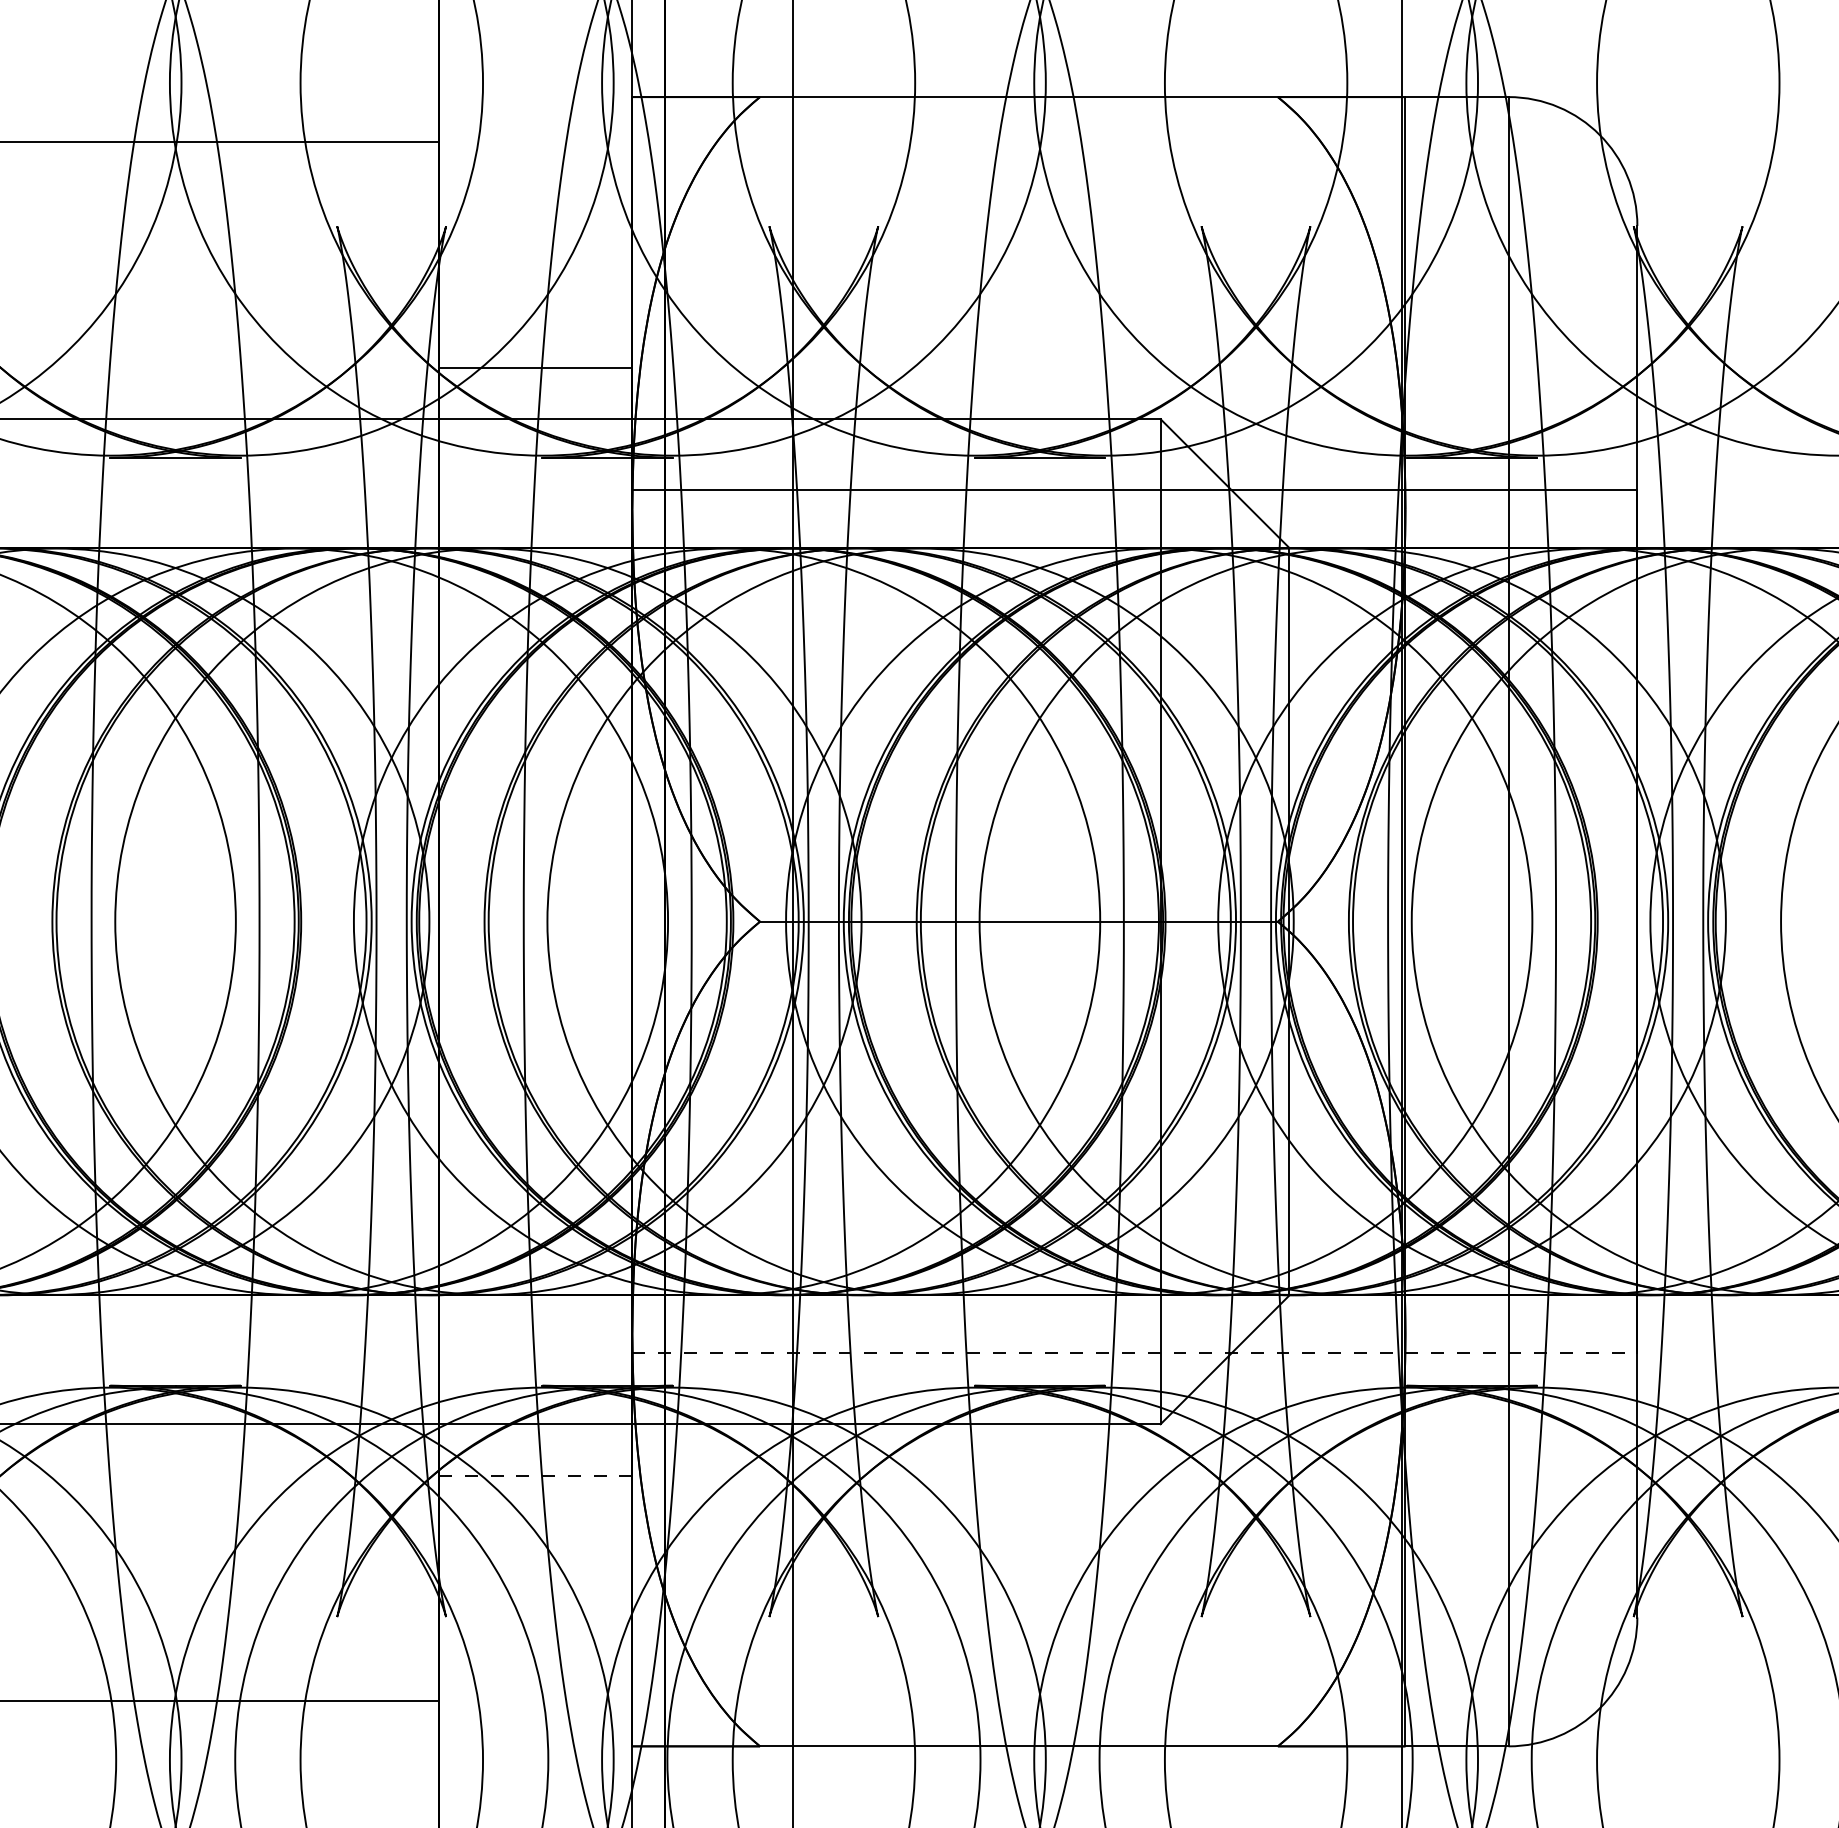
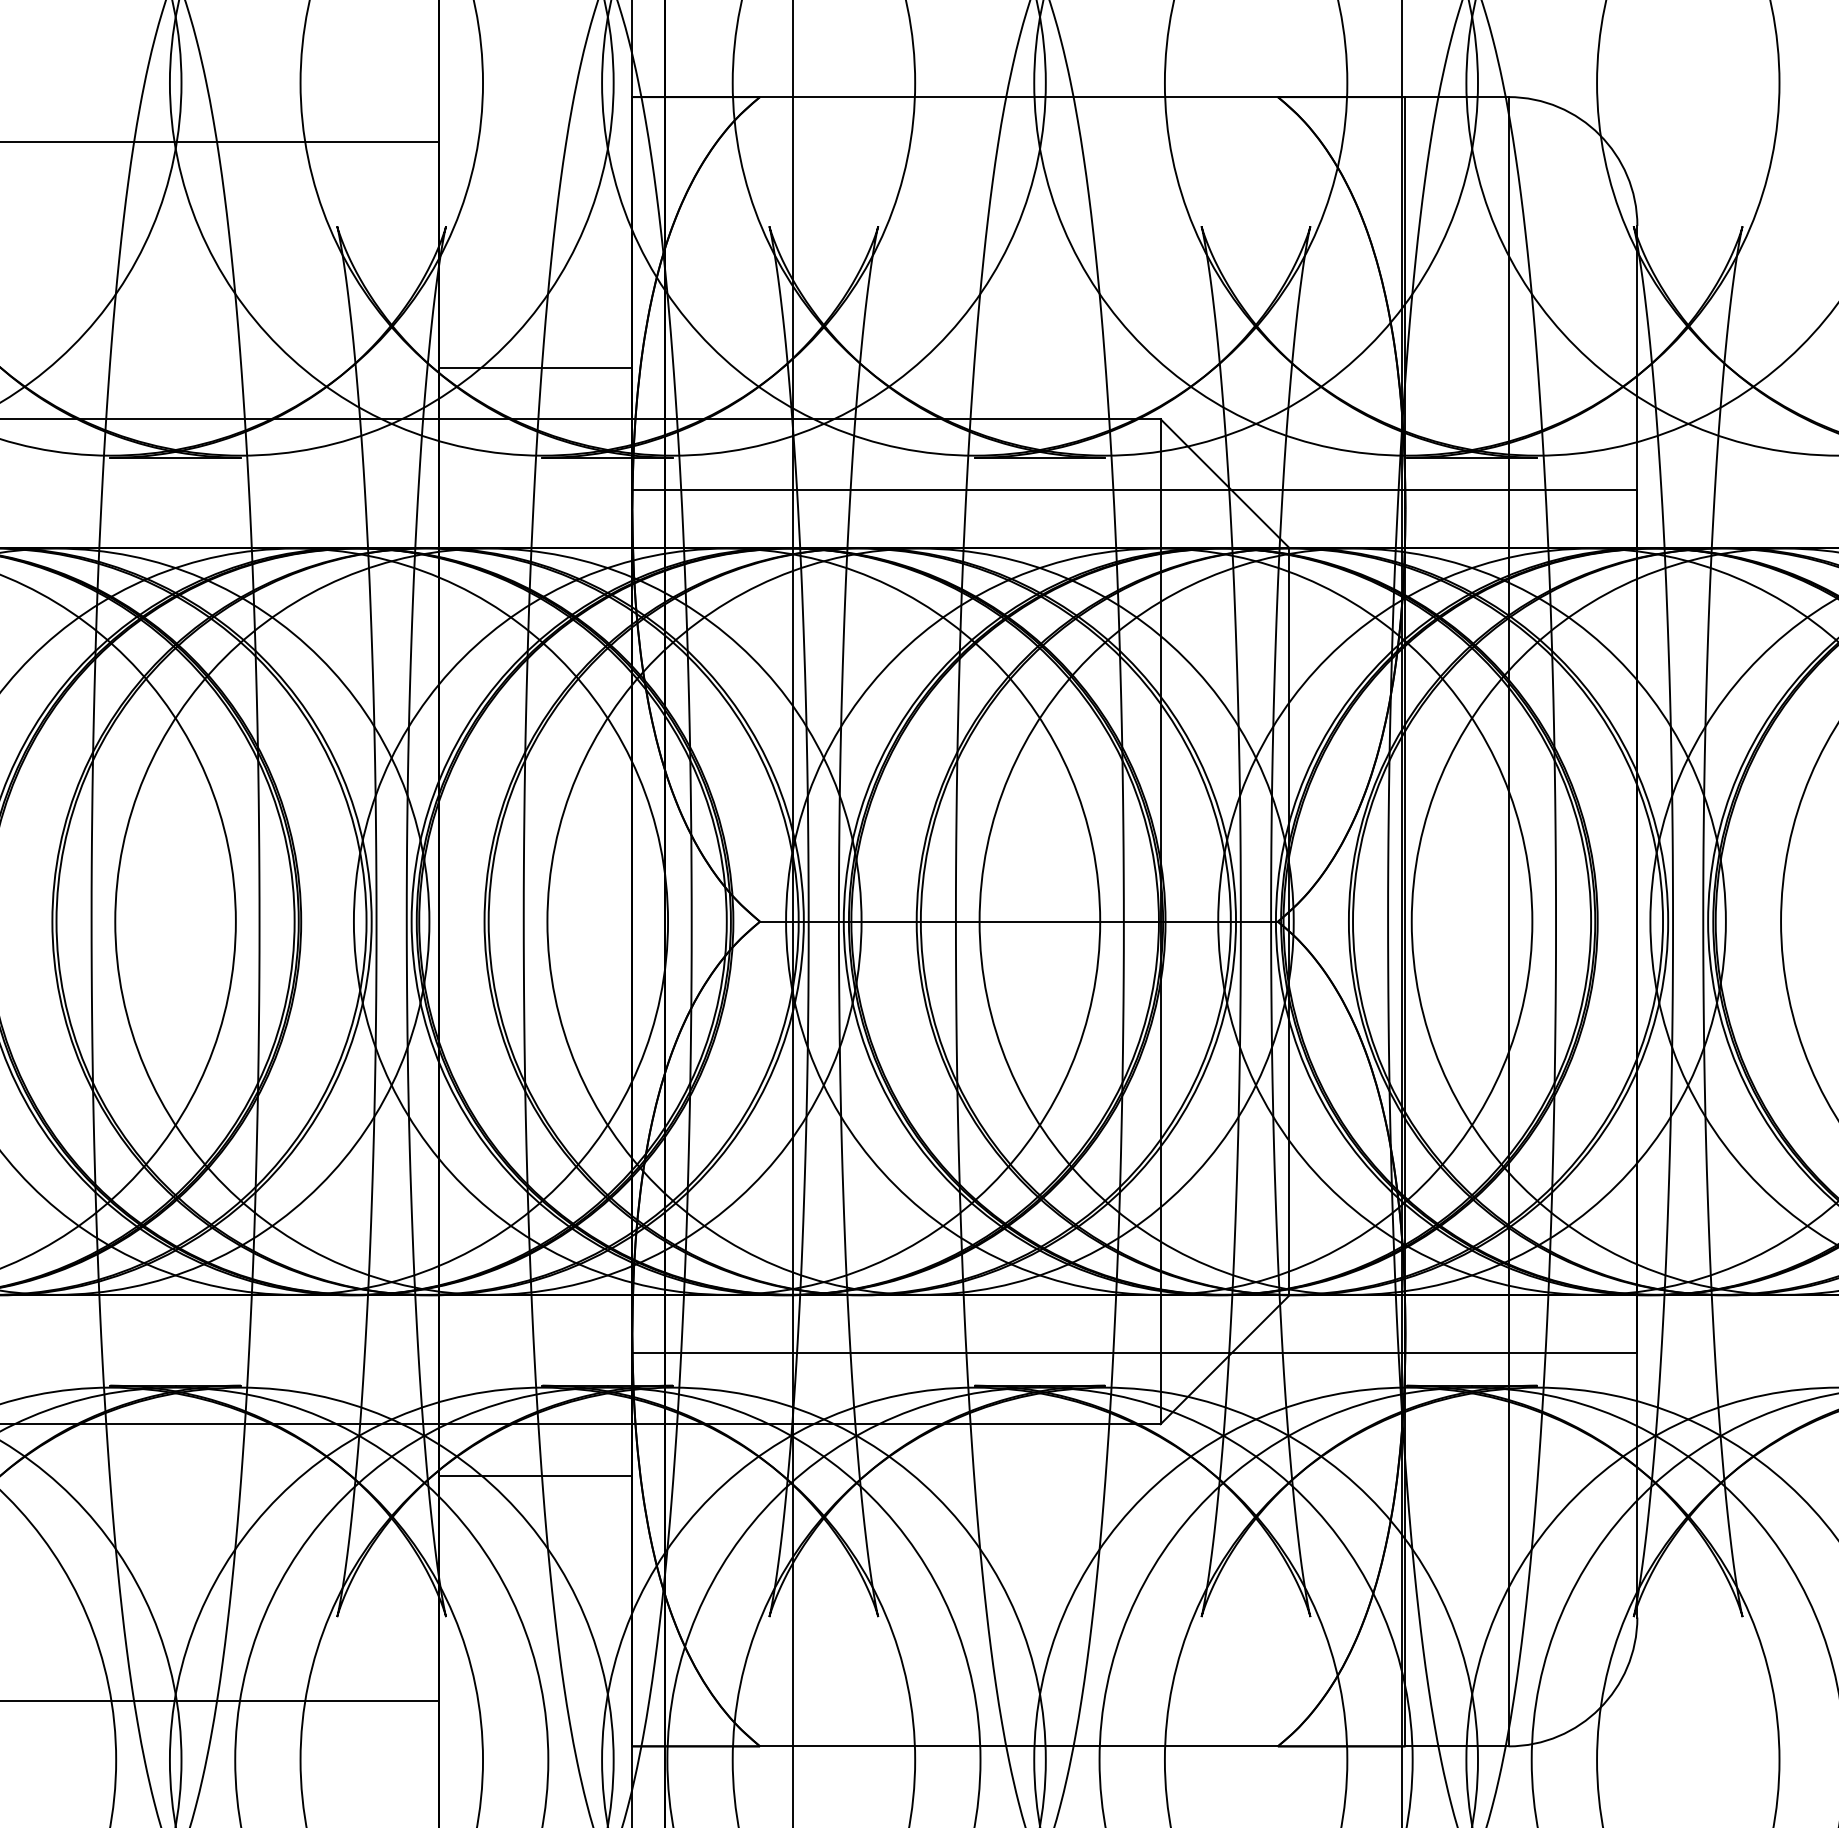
line at (1134, 1353): dashed -> solid
line at (535, 1475): dashed -> solid
